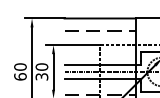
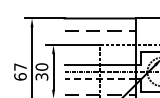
text at (20, 66): 60 -> 67
line at (100, 79): solid -> dashed
